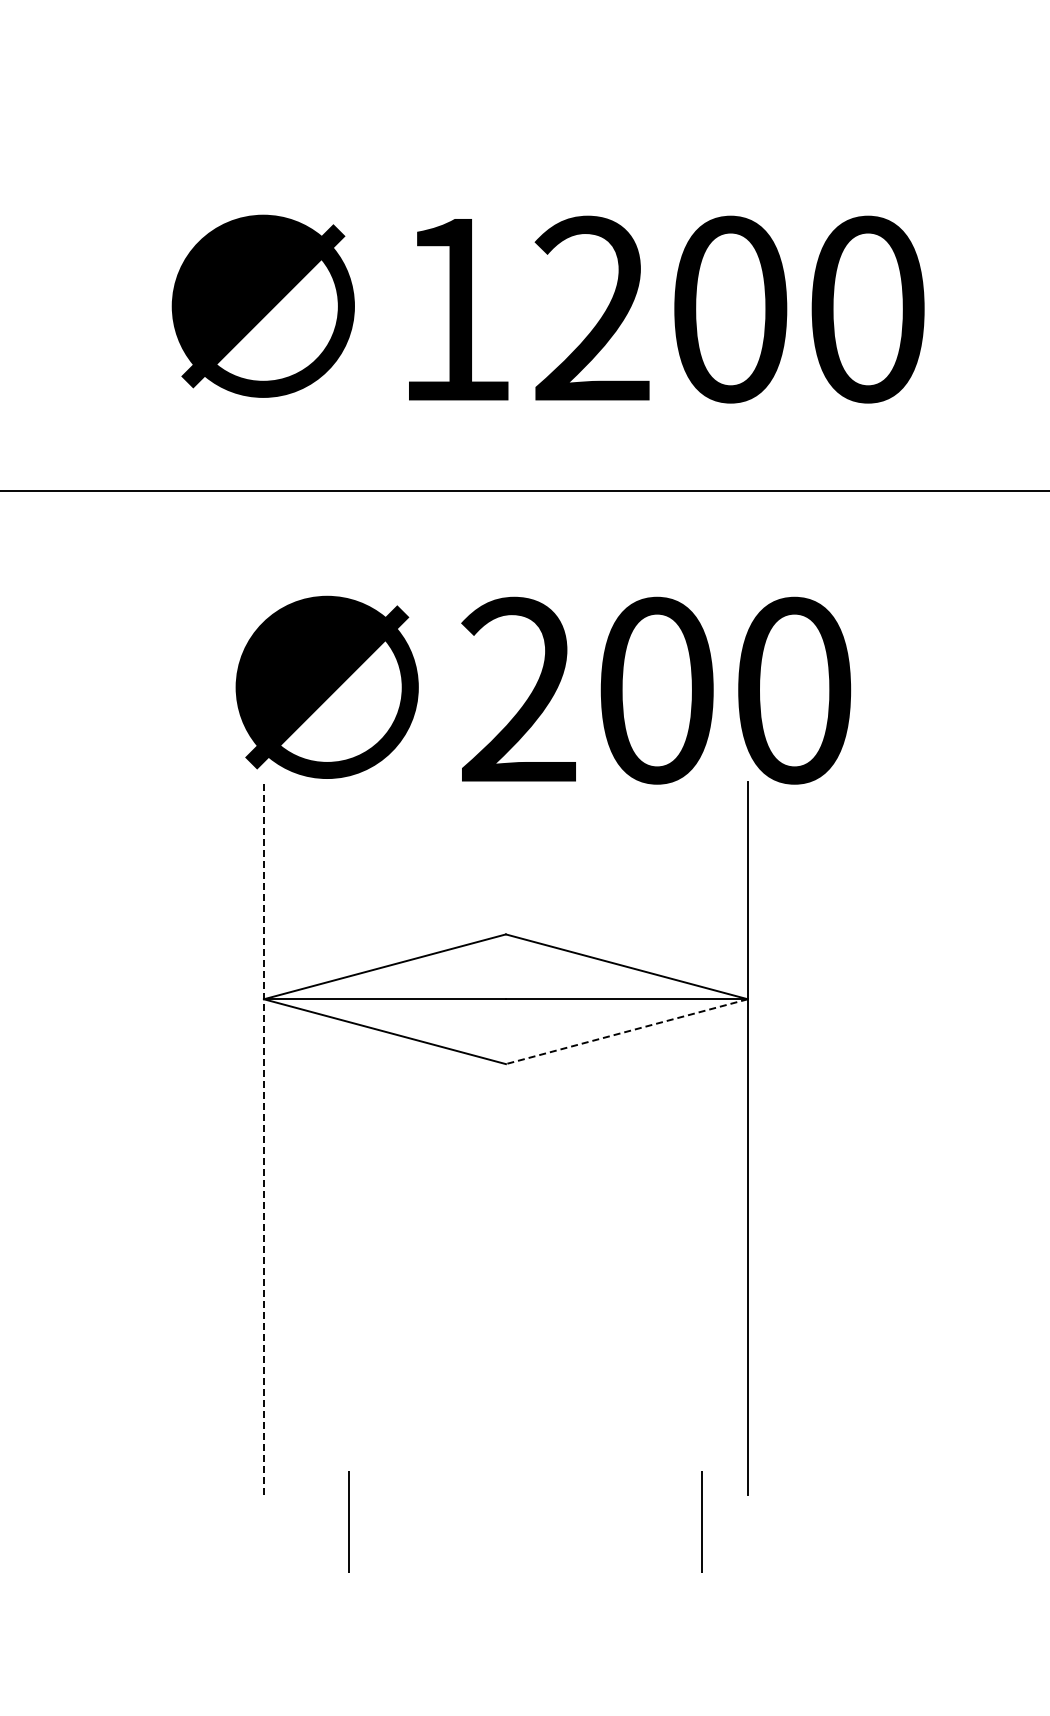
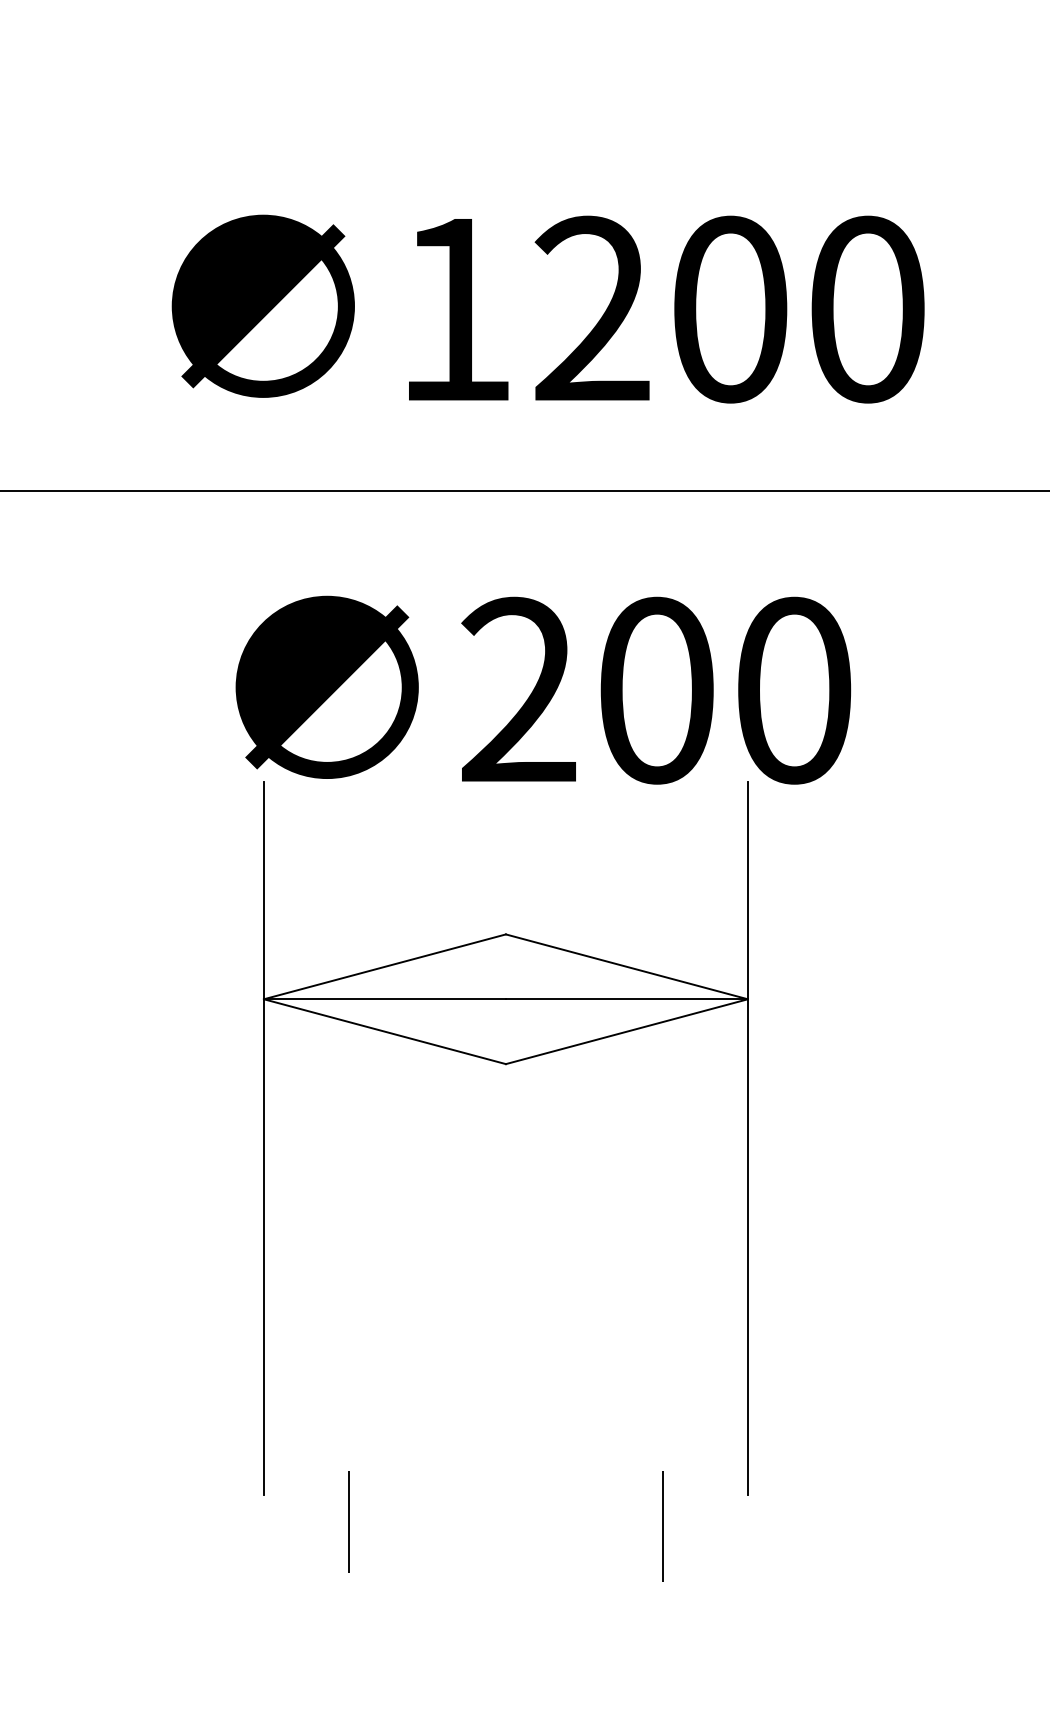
line at (626, 1031): dashed -> solid
line at (263, 1138): dashed -> solid
line at (701, 1521): present -> none
line at (663, 1526): none -> present
